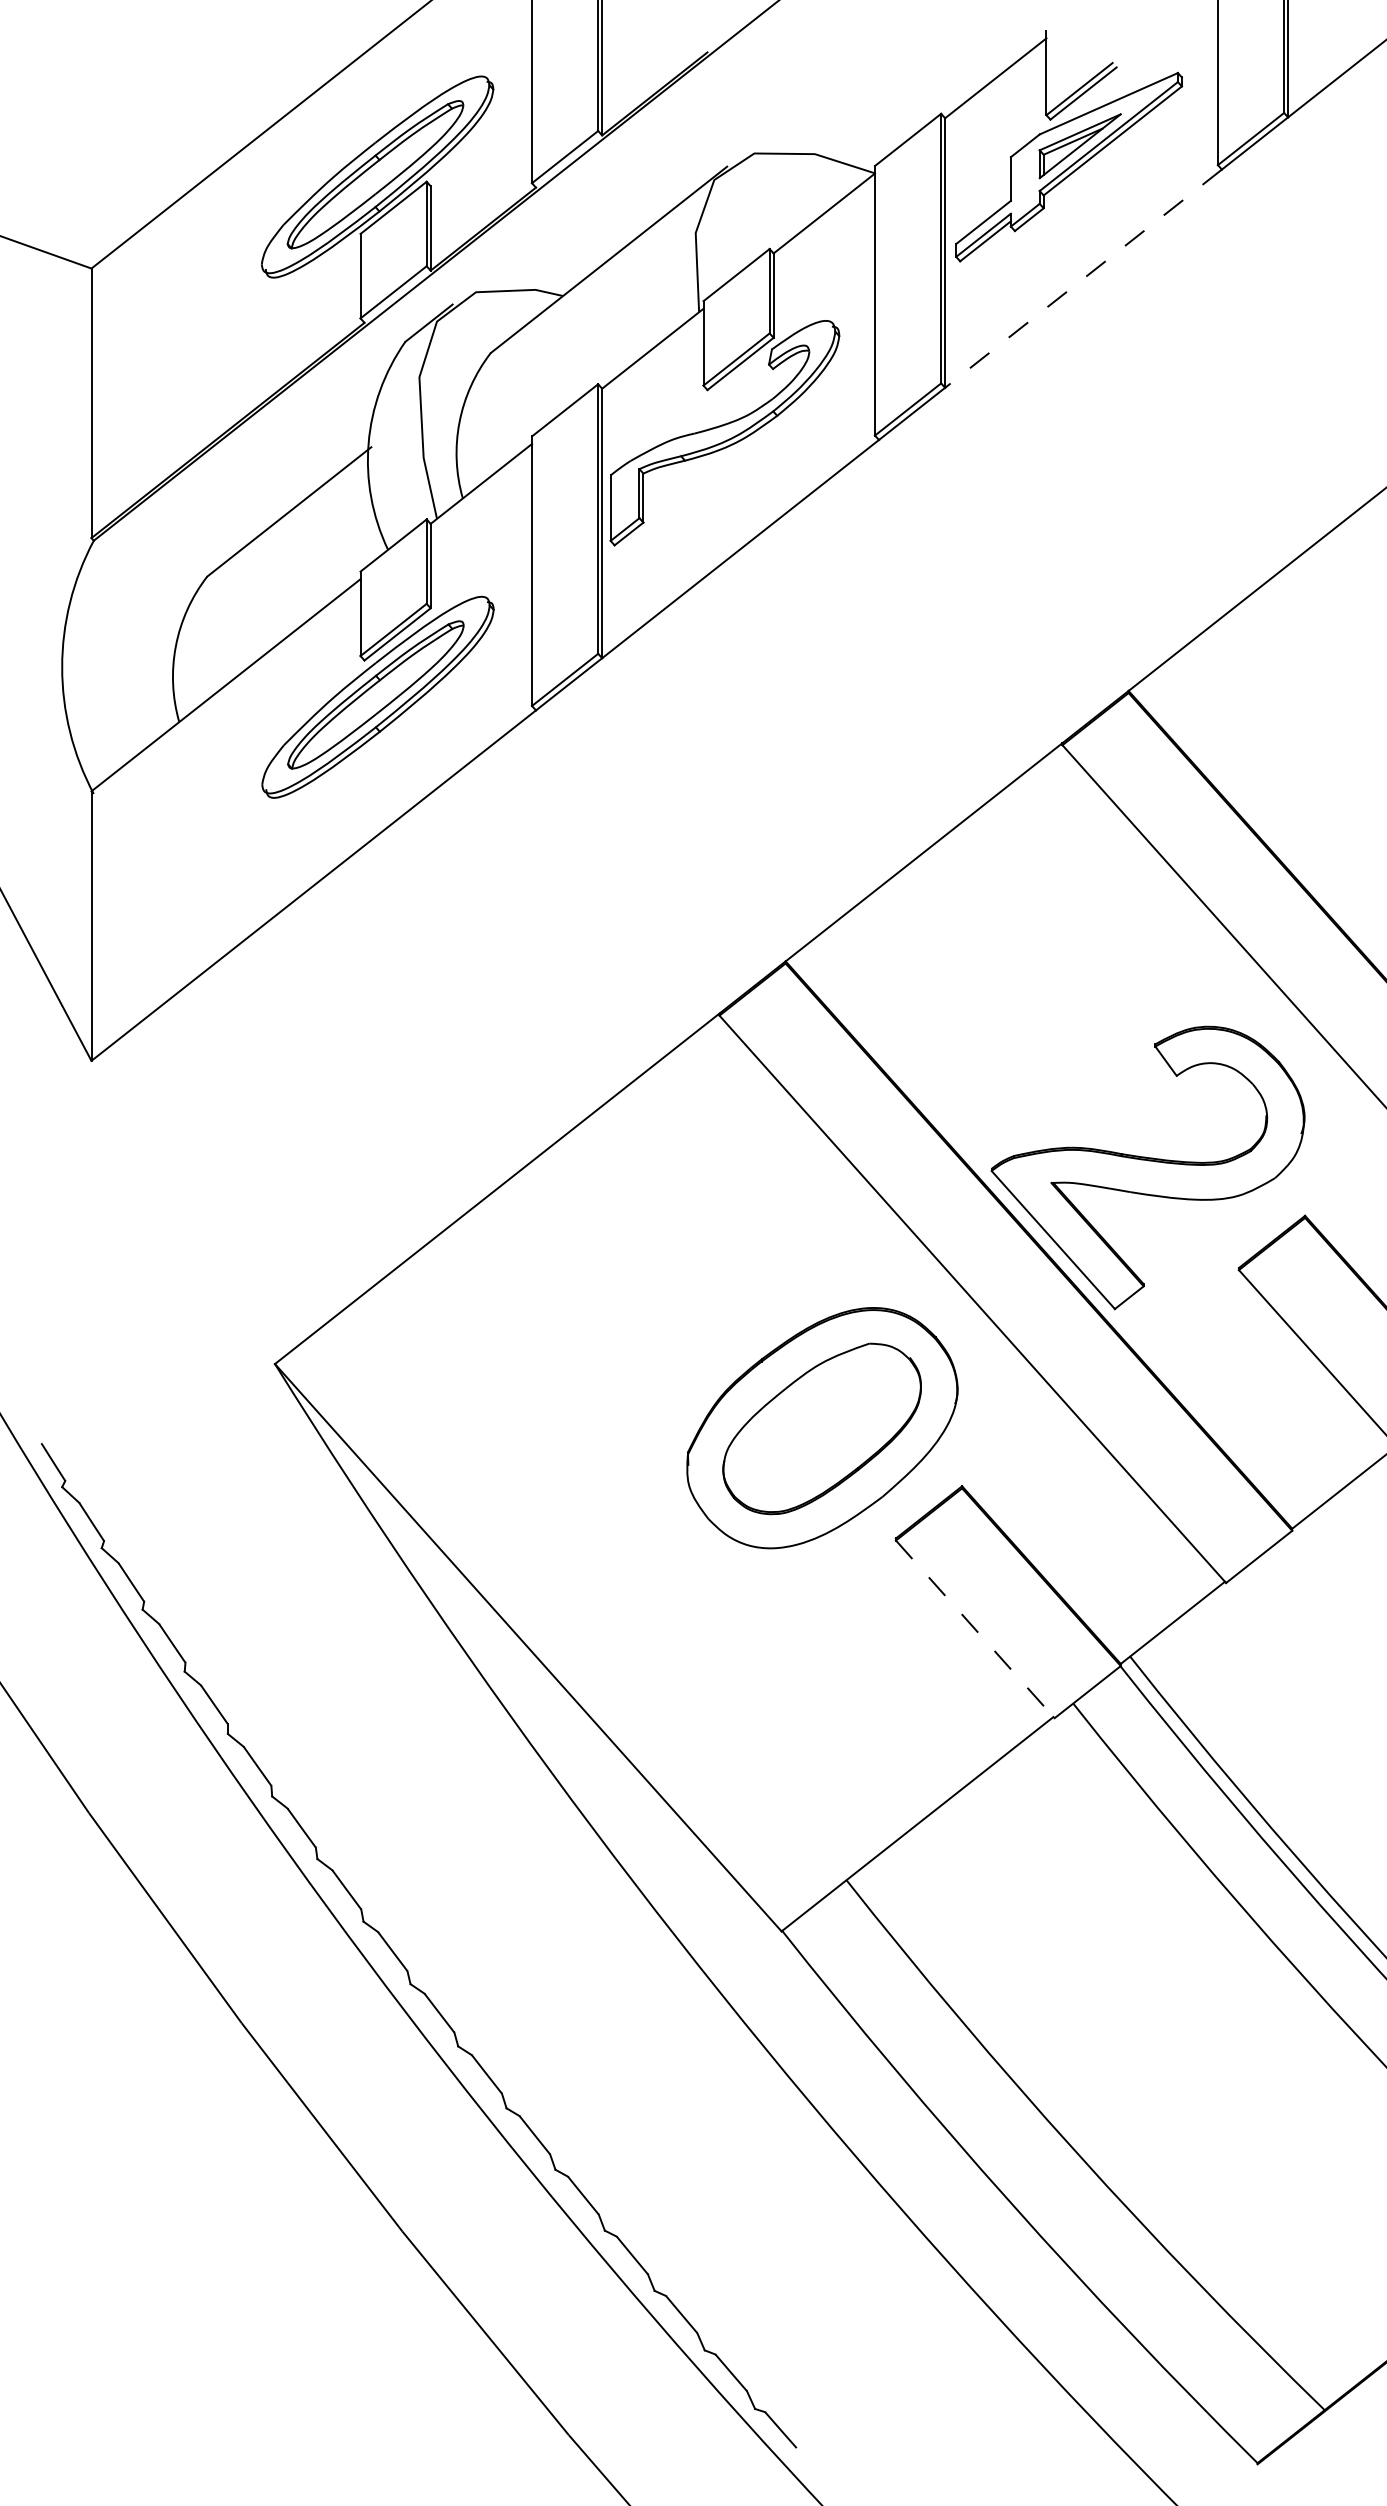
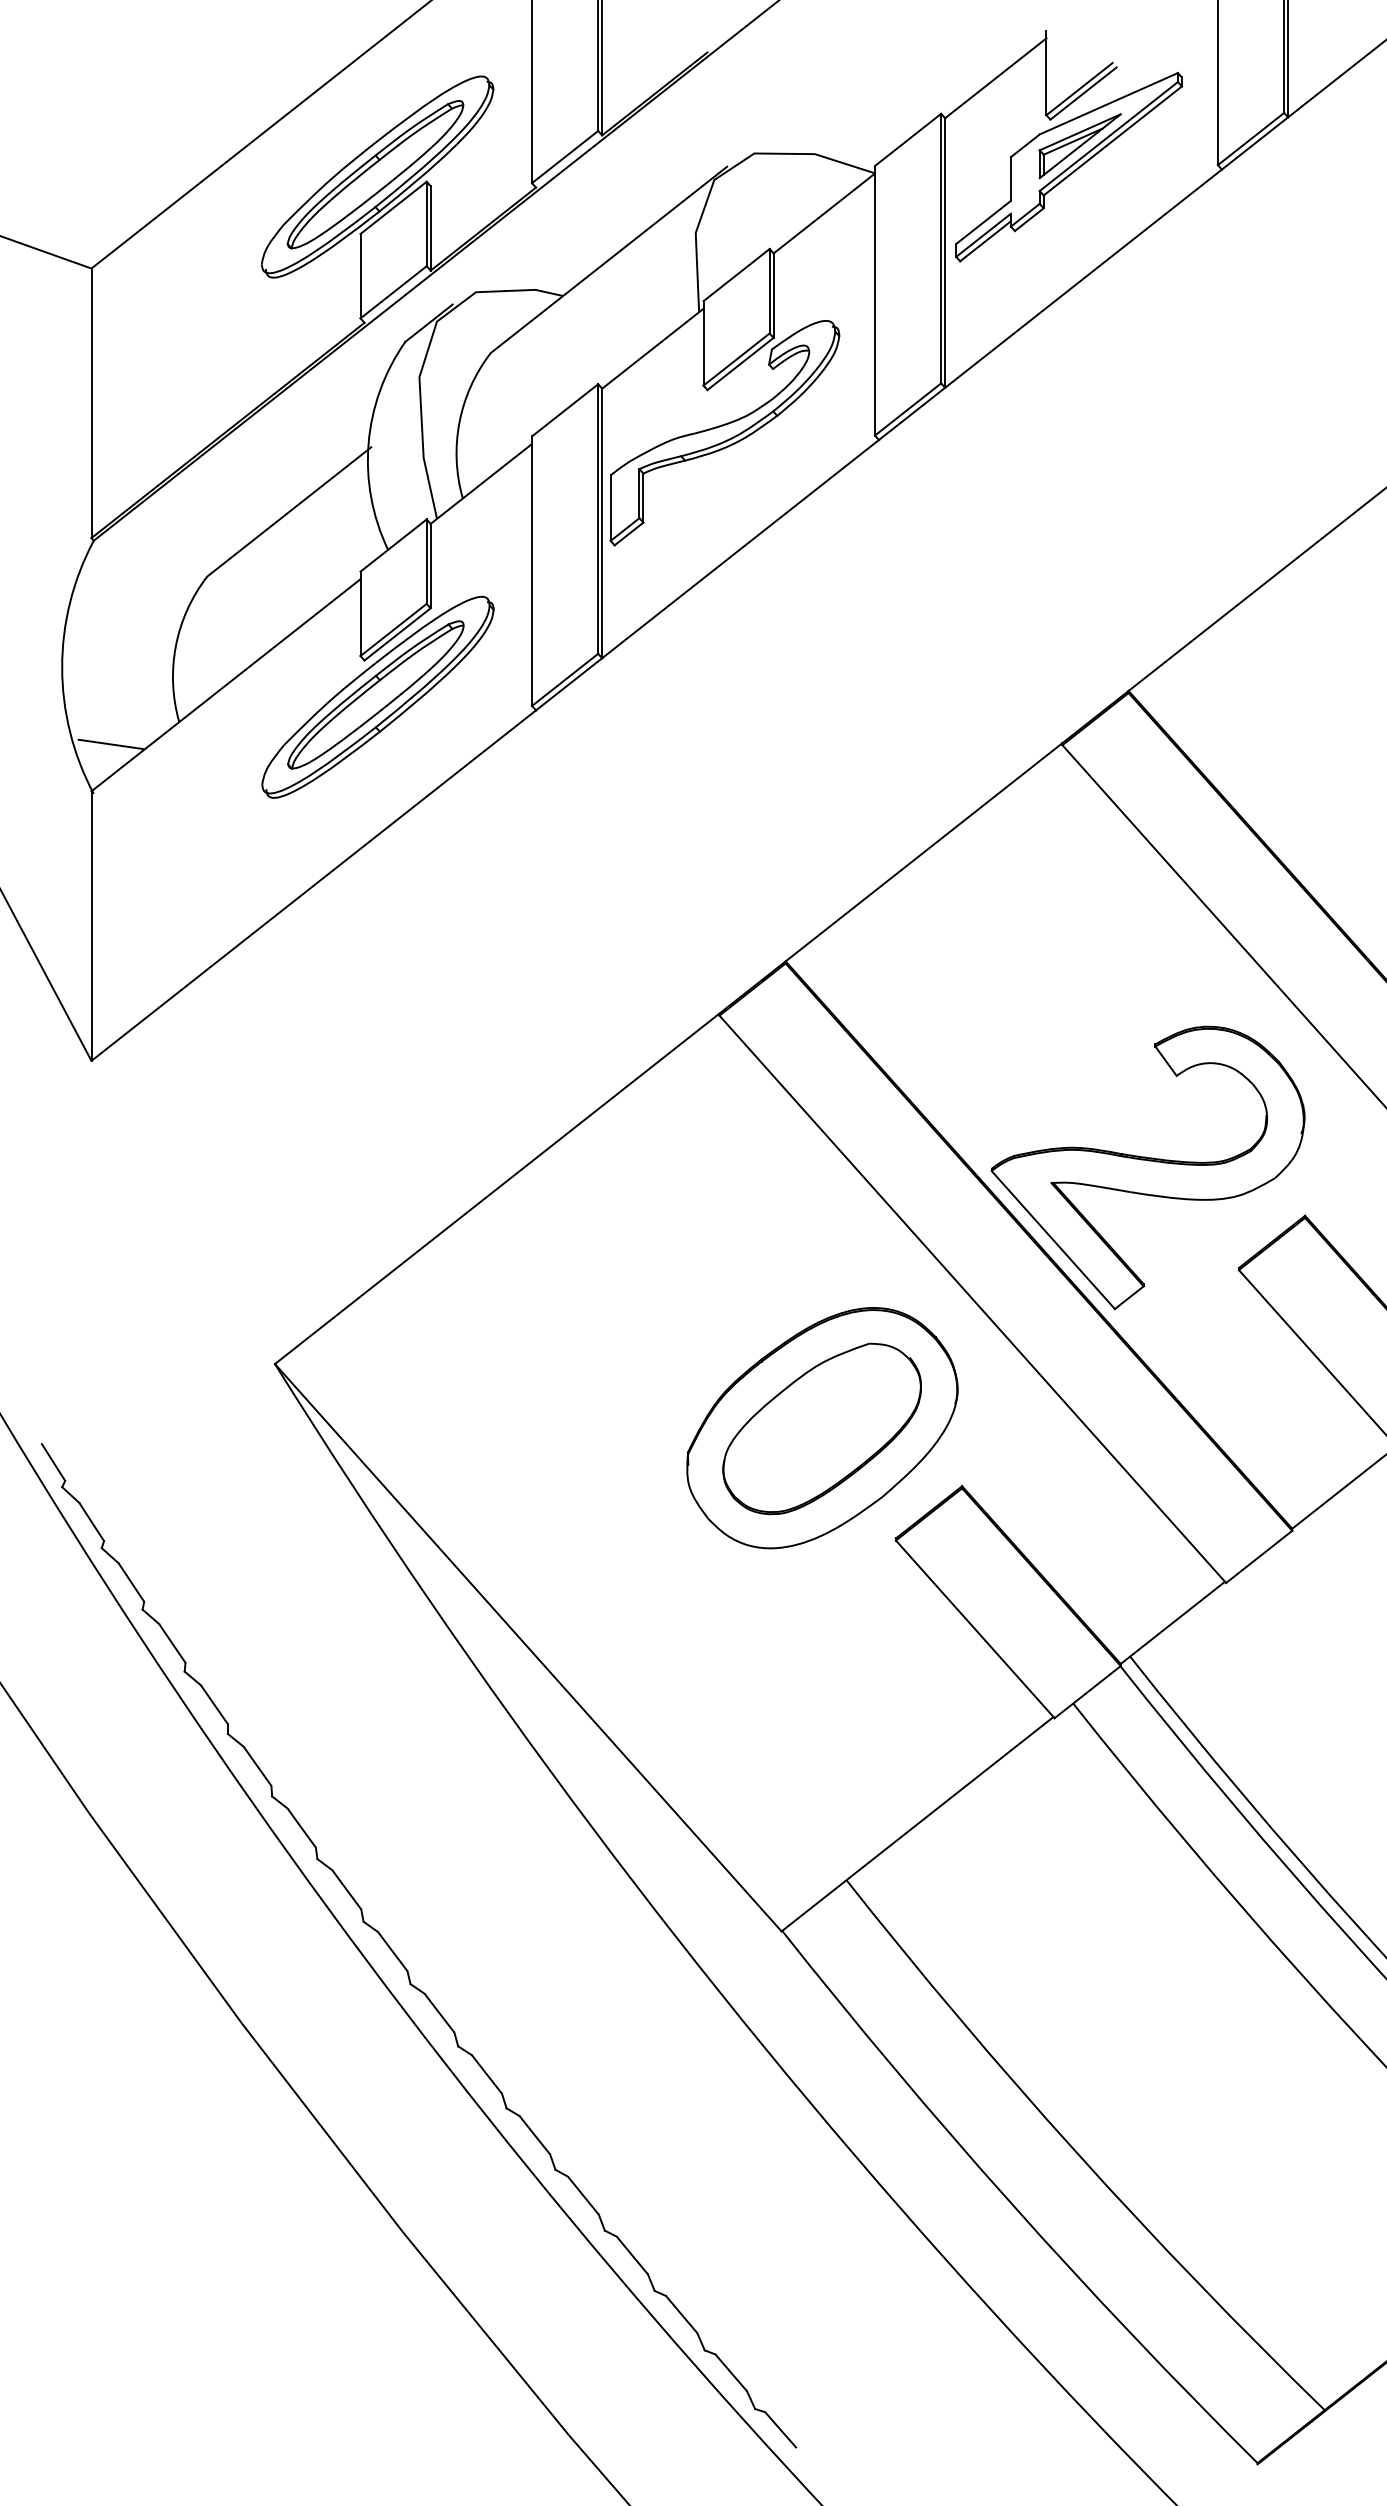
line at (1083, 279): dashed -> solid
line at (111, 744): none -> present
line at (975, 1629): dashed -> solid
